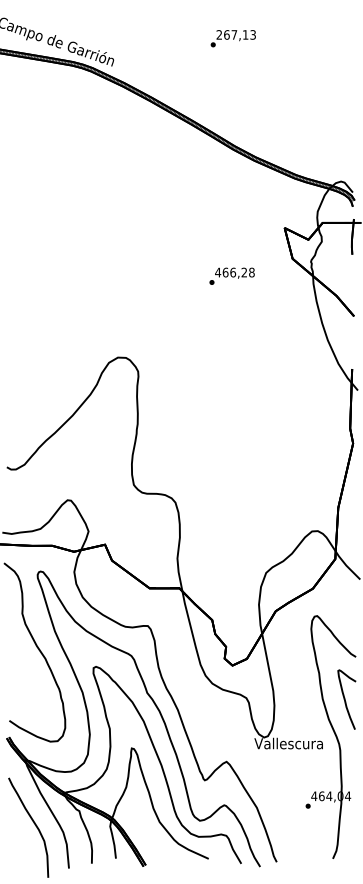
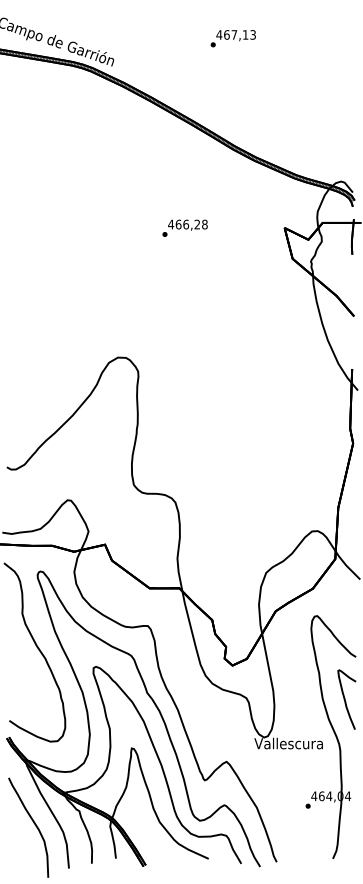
text at (219, 34): 267,13 -> 467,13
text at (231, 275) position: (231, 275) -> (184, 227)
